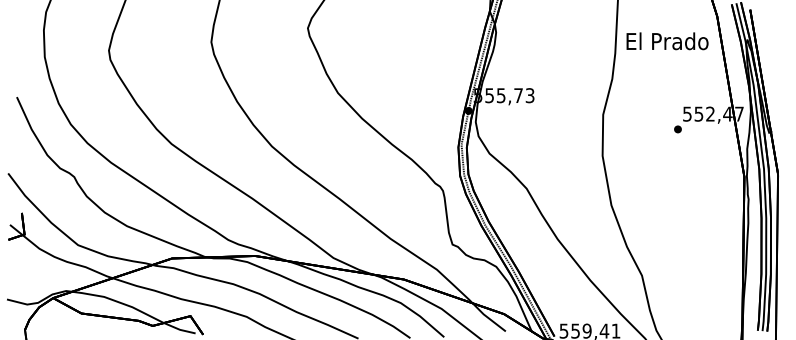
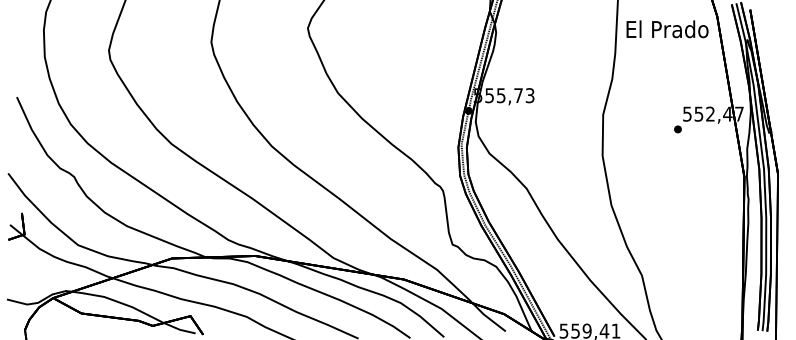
text at (667, 41) position: (667, 41) -> (667, 29)
